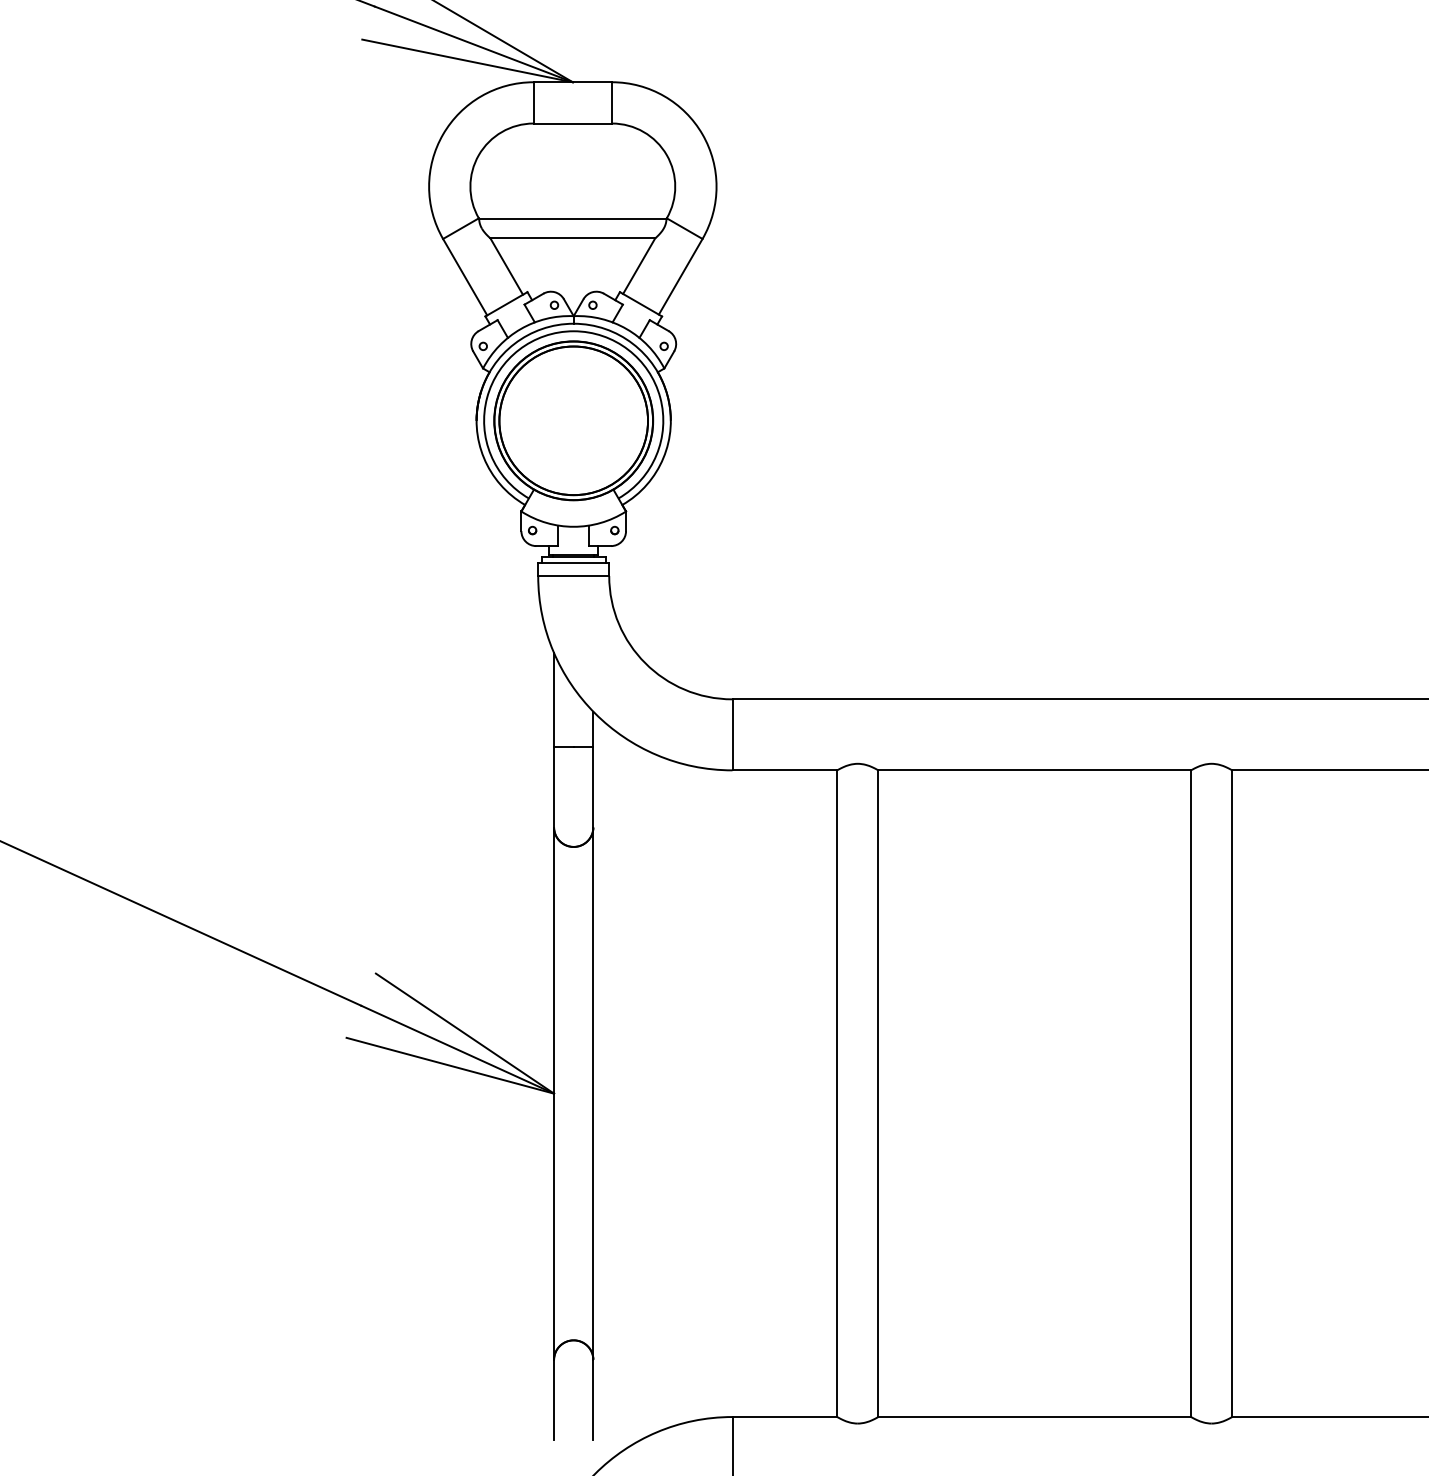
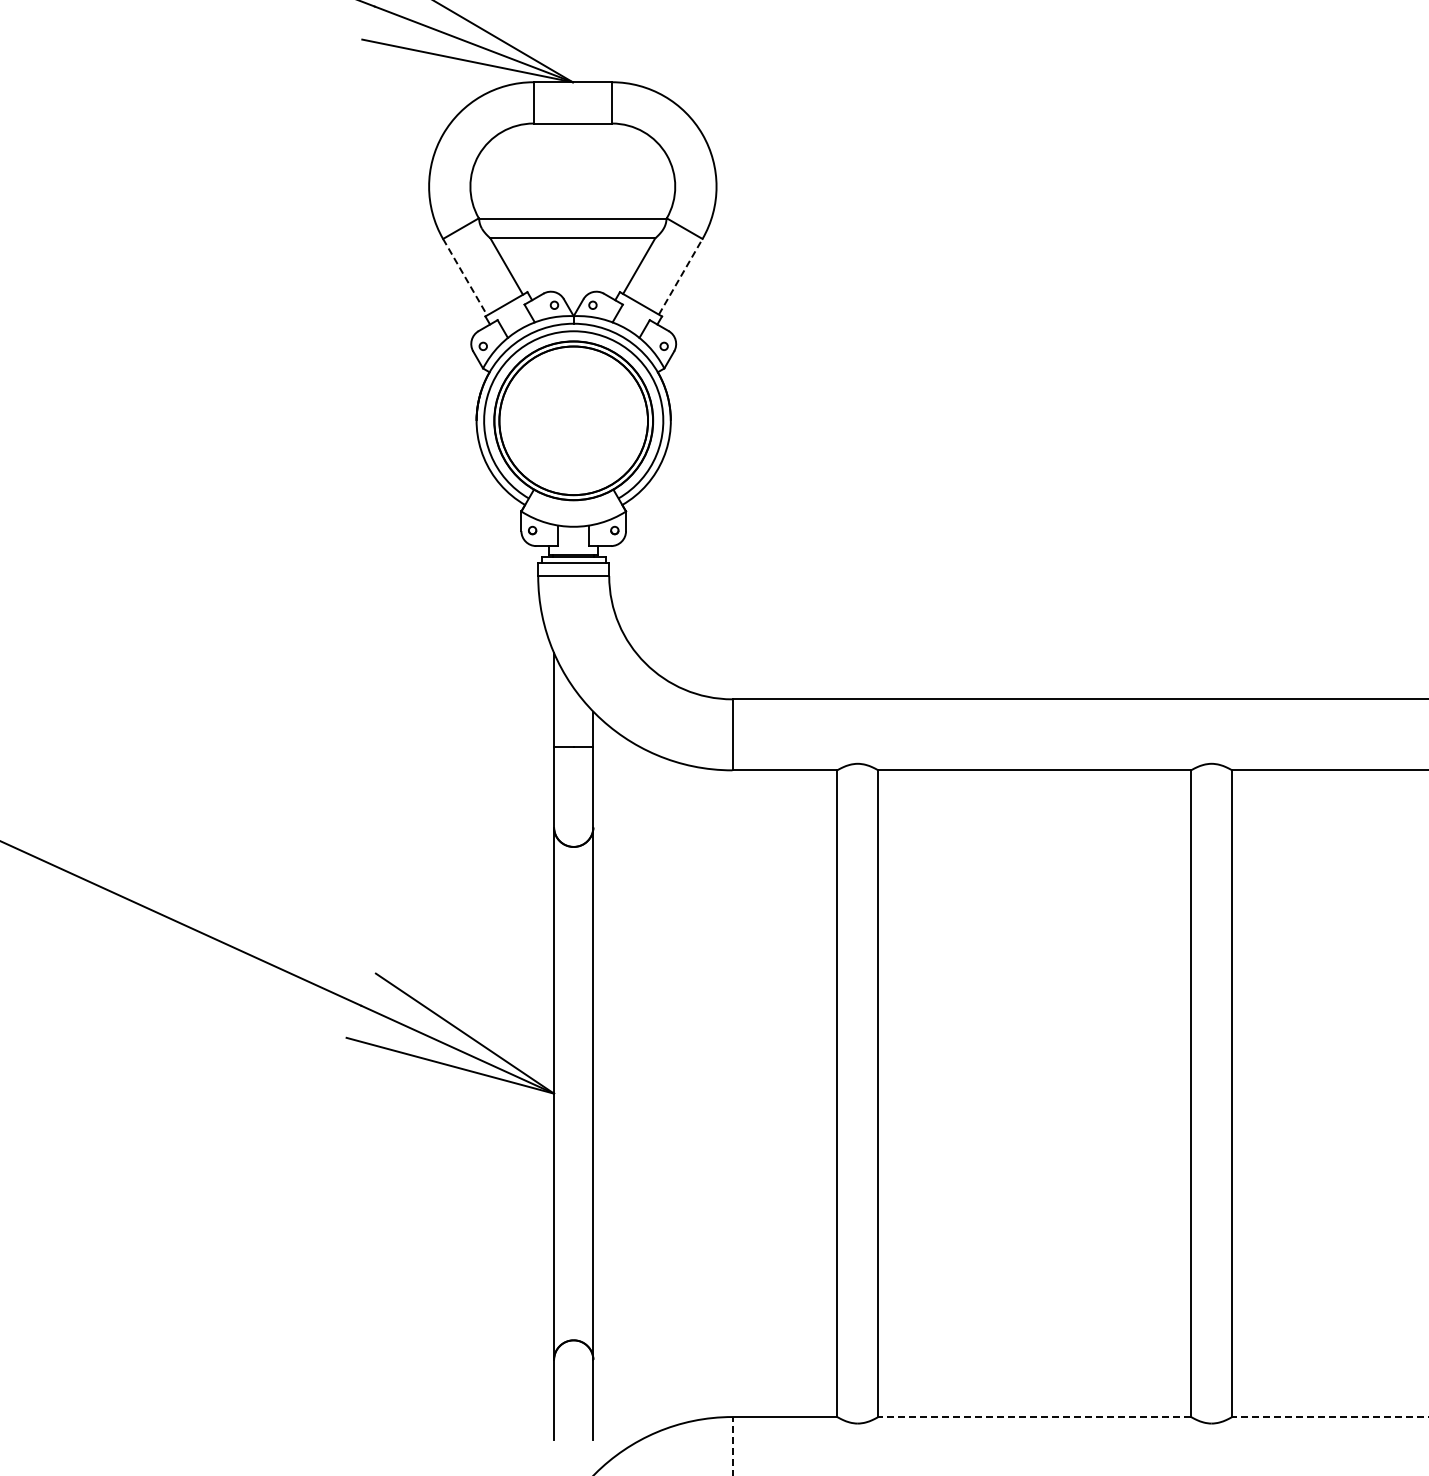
line at (680, 276): solid -> dashed
line at (465, 277): solid -> dashed
line at (1034, 1417): solid -> dashed
line at (1330, 1417): solid -> dashed
line at (732, 1445): solid -> dashed
